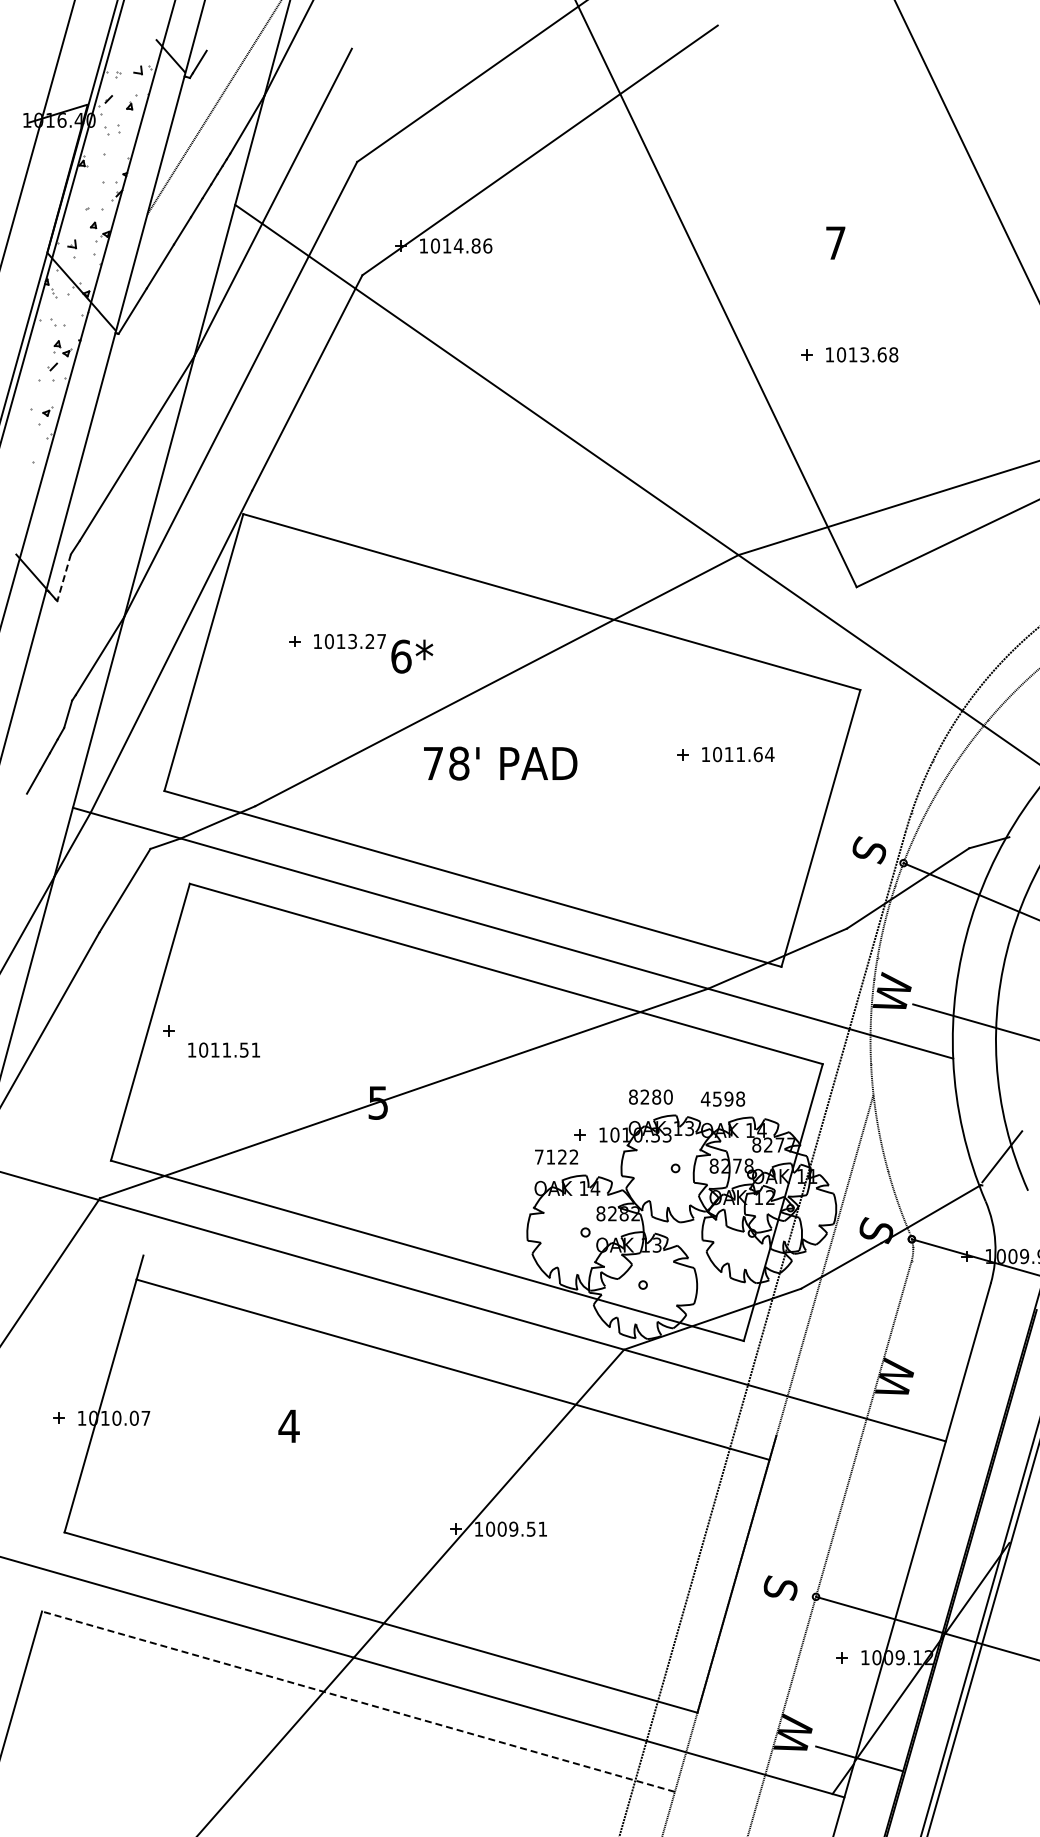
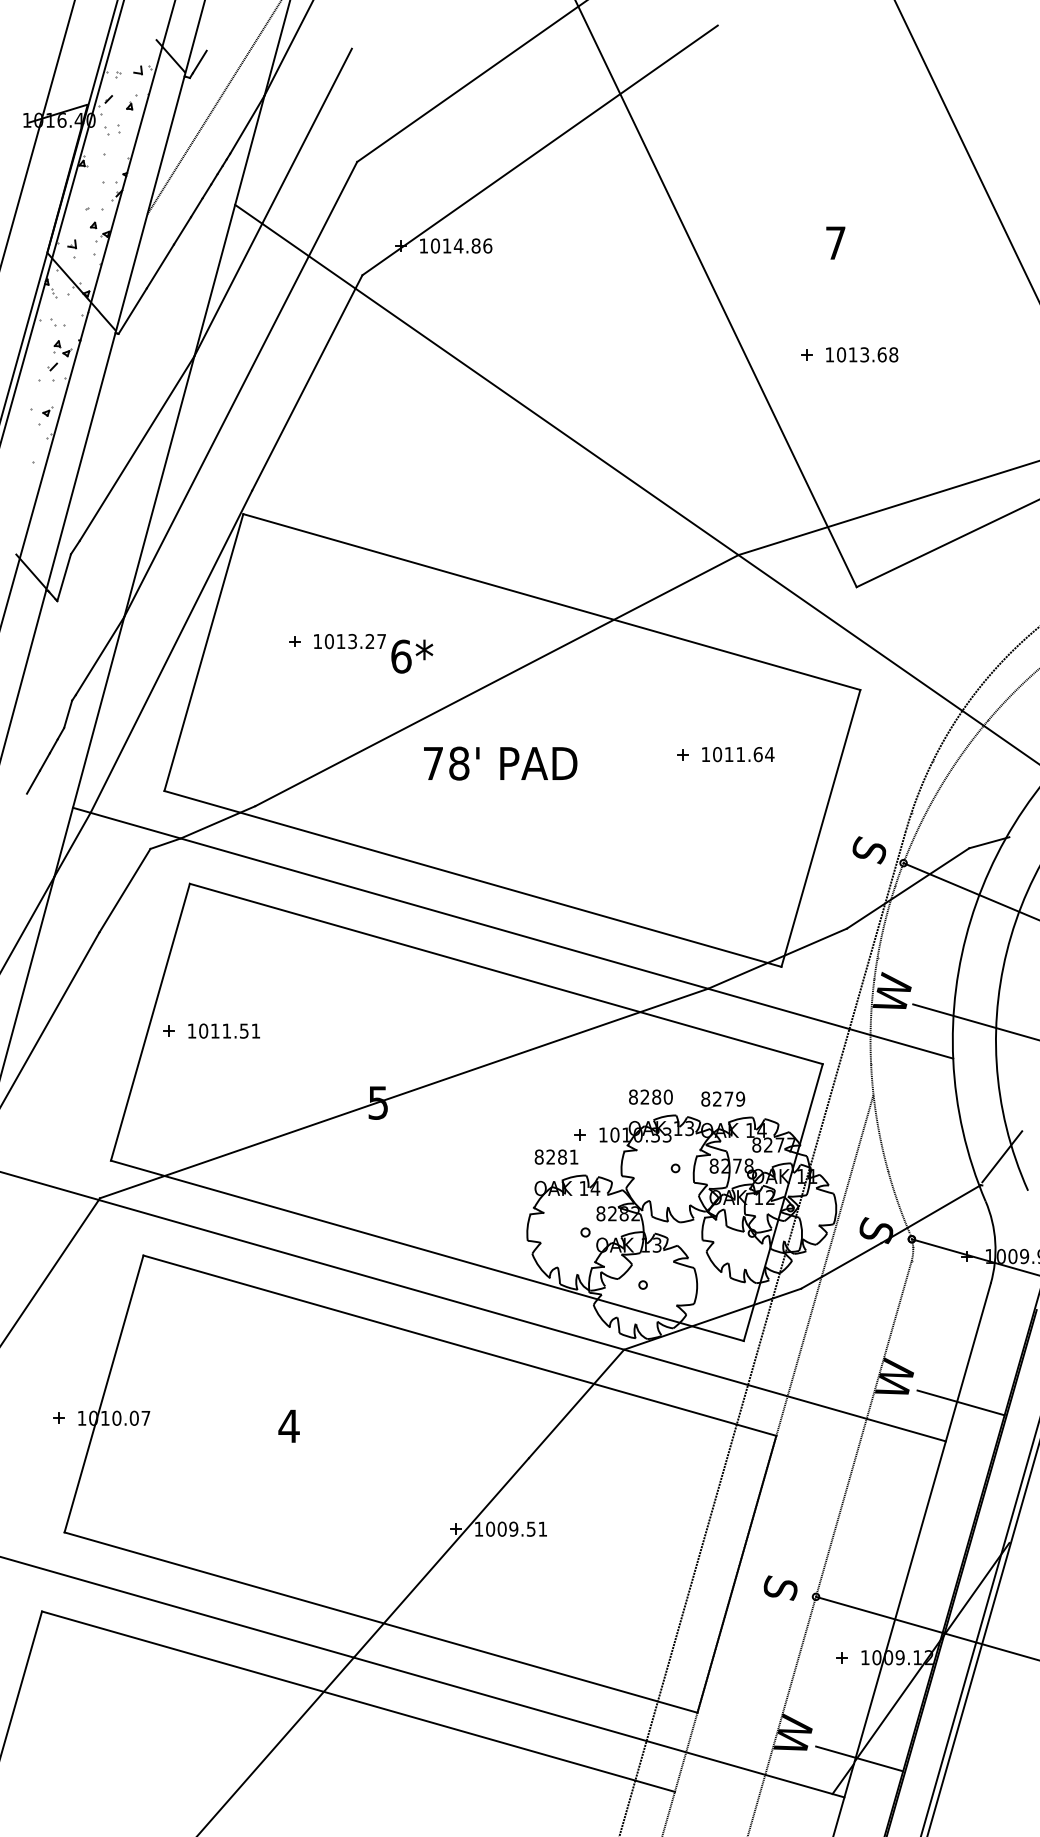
line at (64, 578): dashed -> solid
text at (224, 1049) position: (224, 1049) -> (224, 1030)
text at (722, 1098): 4598 -> 8279
text at (556, 1156): 7122 -> 8281
line at (452, 1369) position: (452, 1369) -> (459, 1345)
line at (960, 1402): none -> present
line at (358, 1701): dashed -> solid
